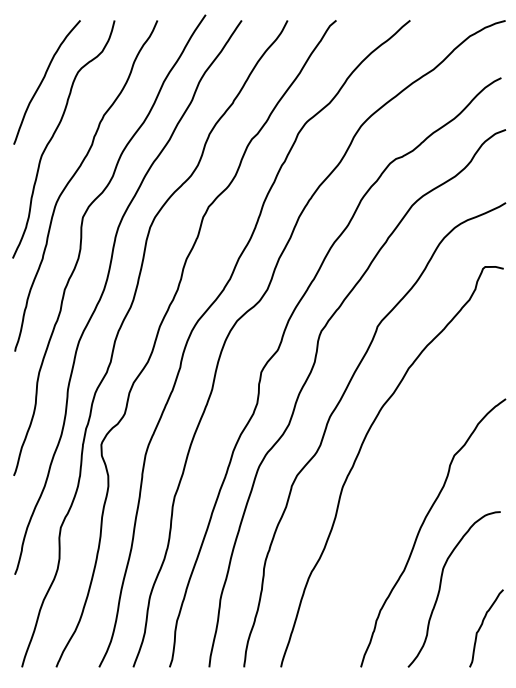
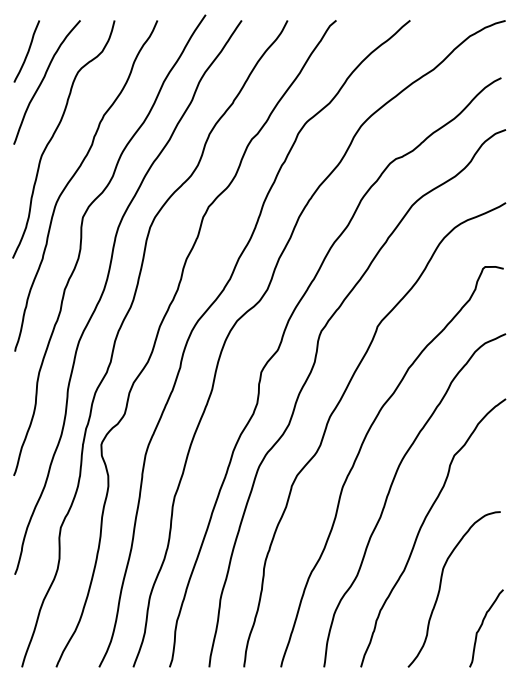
curve at (27, 51): none -> present
curve at (390, 491): none -> present
